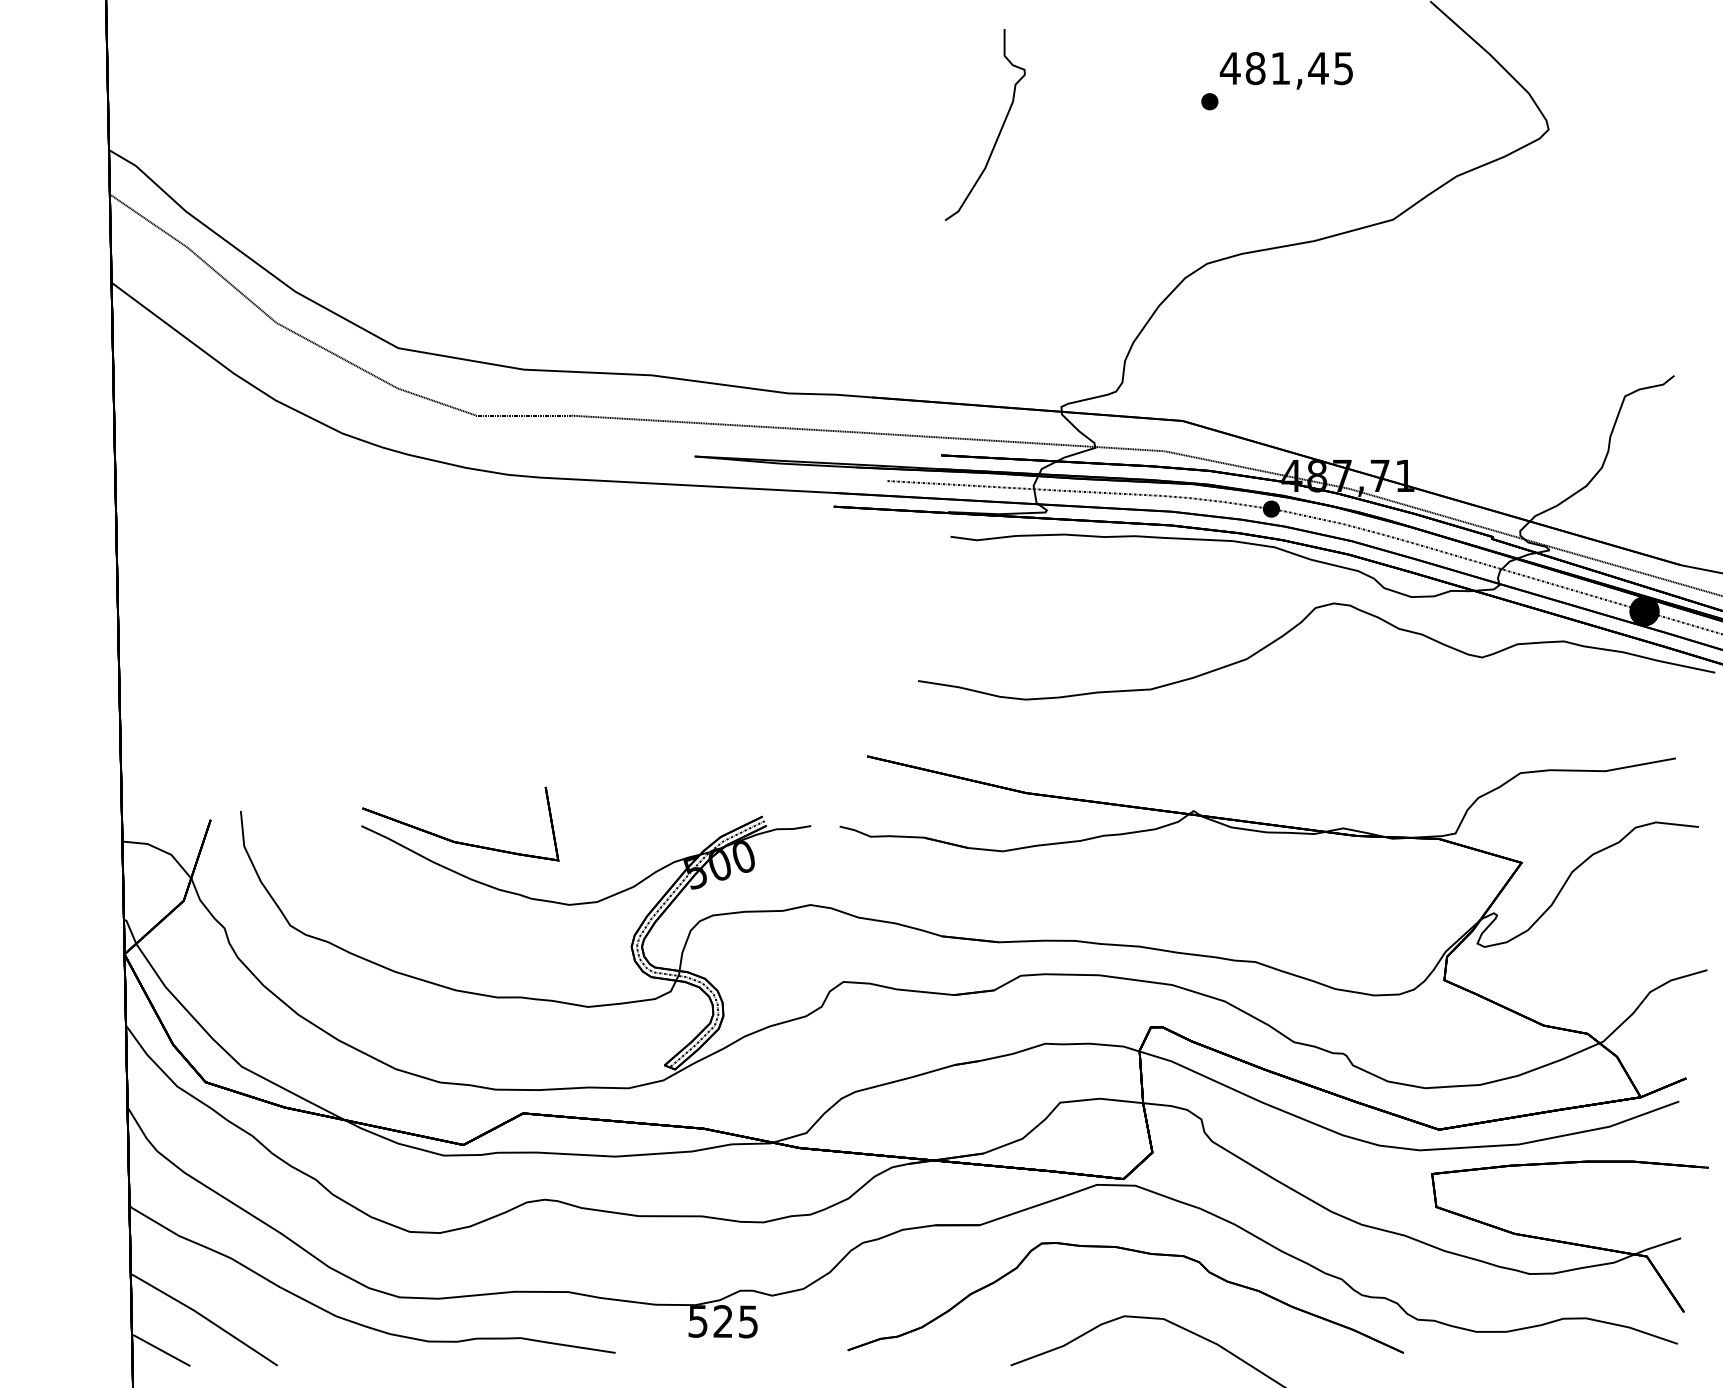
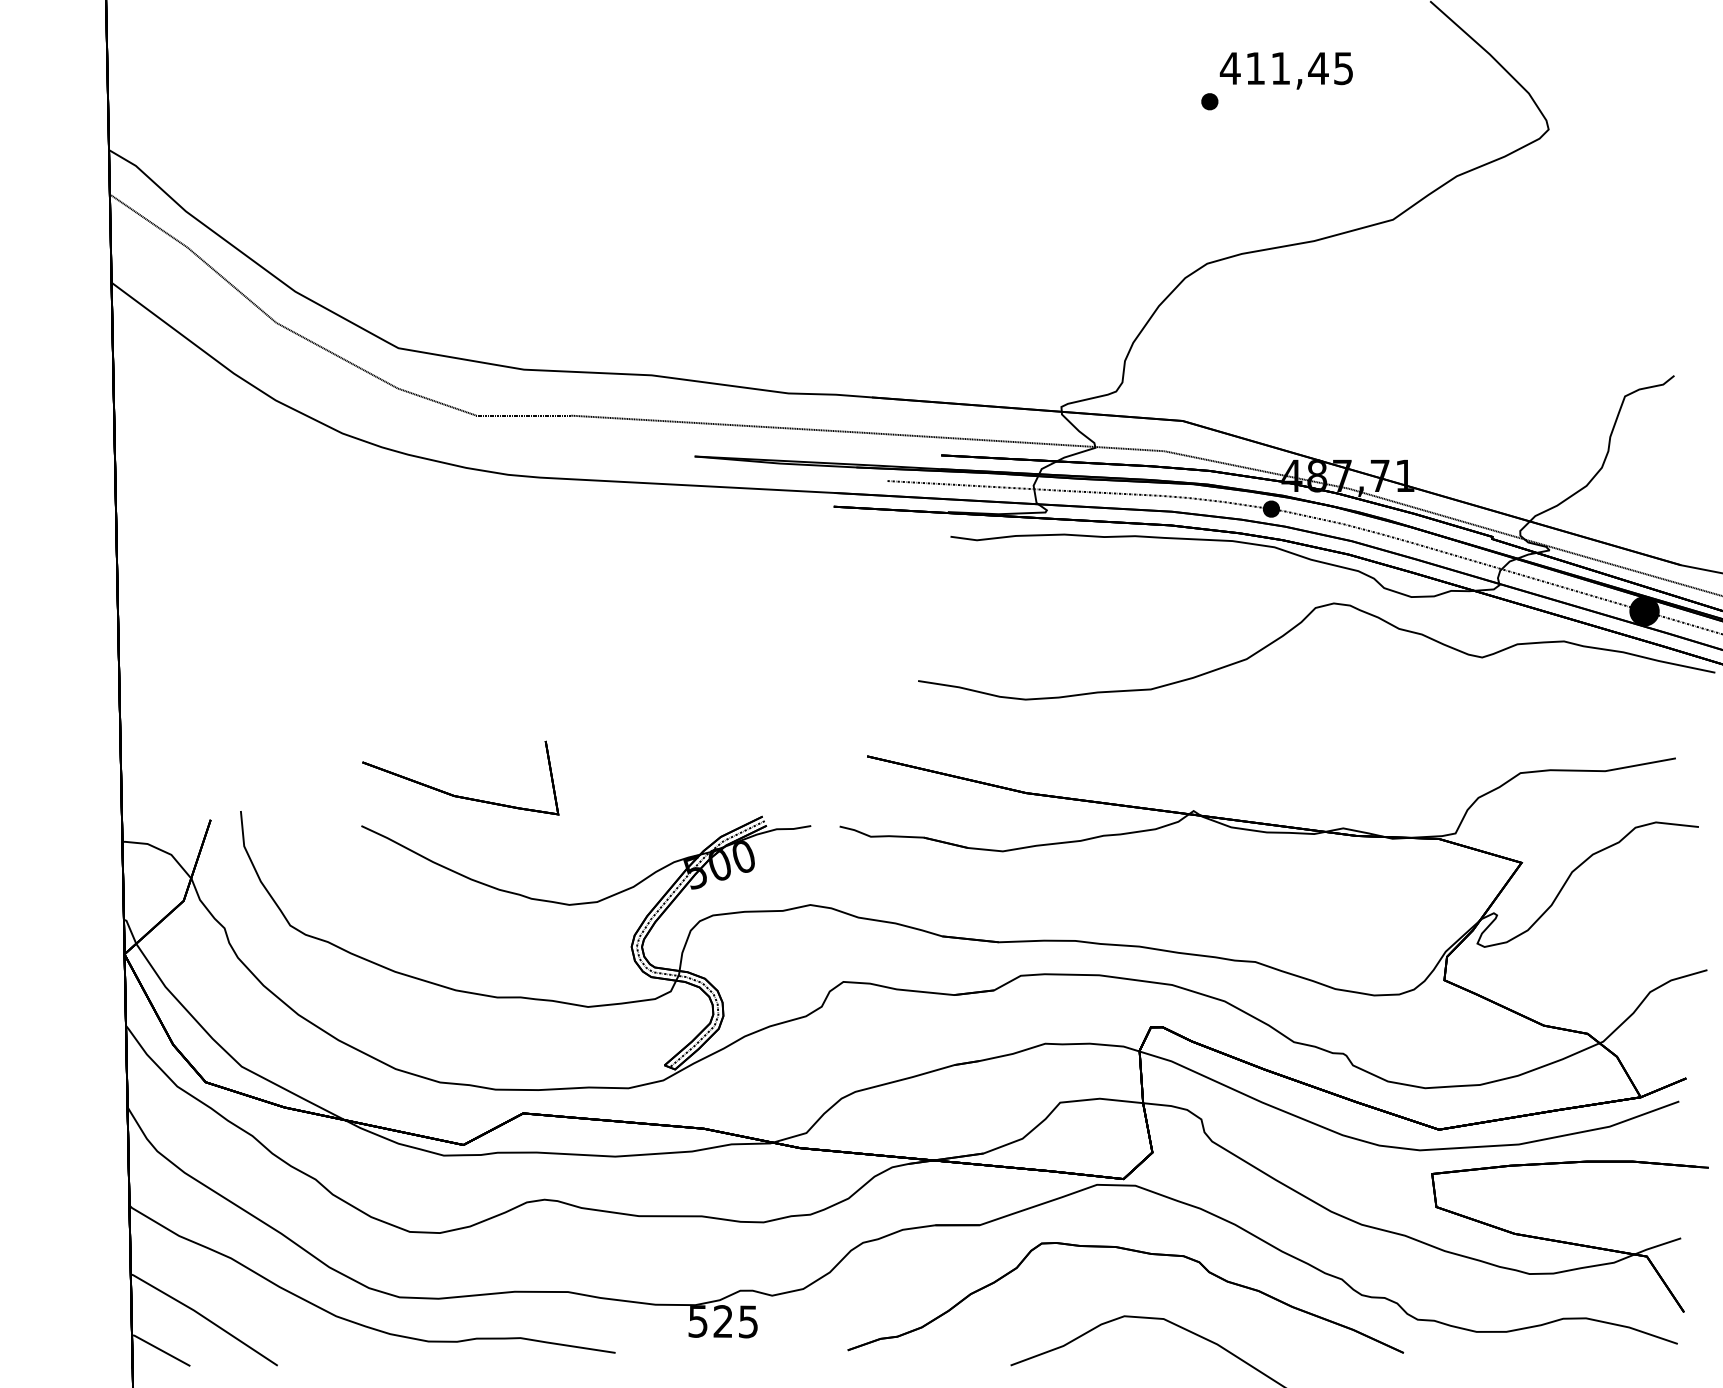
text at (1255, 68): 481,45 -> 411,45
part at (1000, 128): present -> none
part at (458, 841) position: (458, 841) -> (458, 795)
